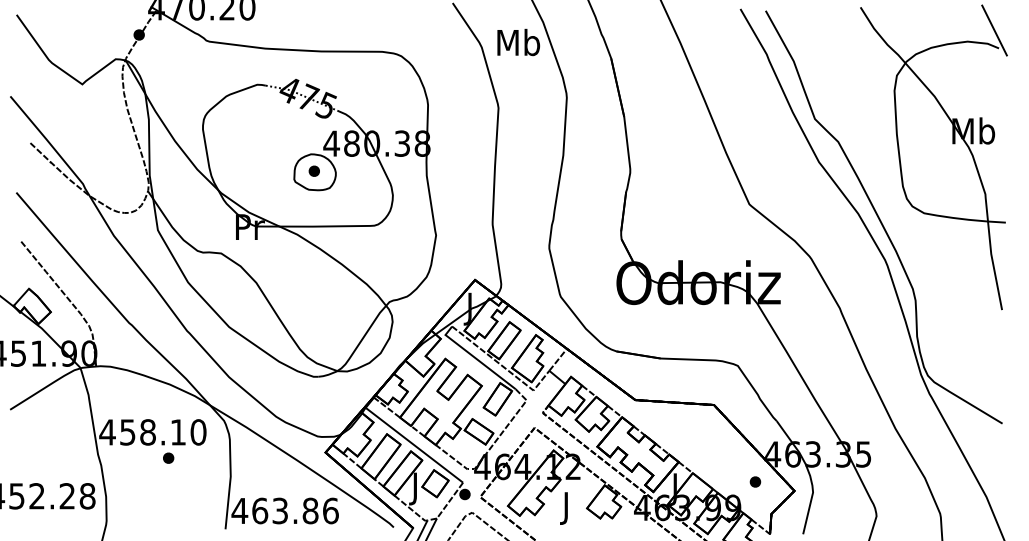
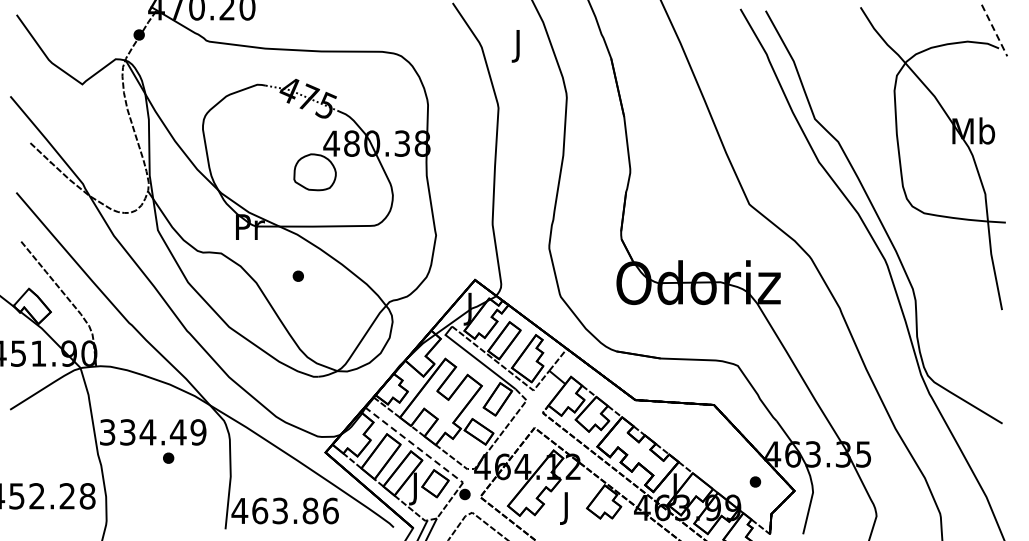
line at (994, 30): solid -> dashed
text at (518, 45): Mb -> J
part at (313, 170) position: (313, 170) -> (297, 275)
text at (152, 432): 458.10 -> 334.49
line at (414, 444): solid -> dashed
